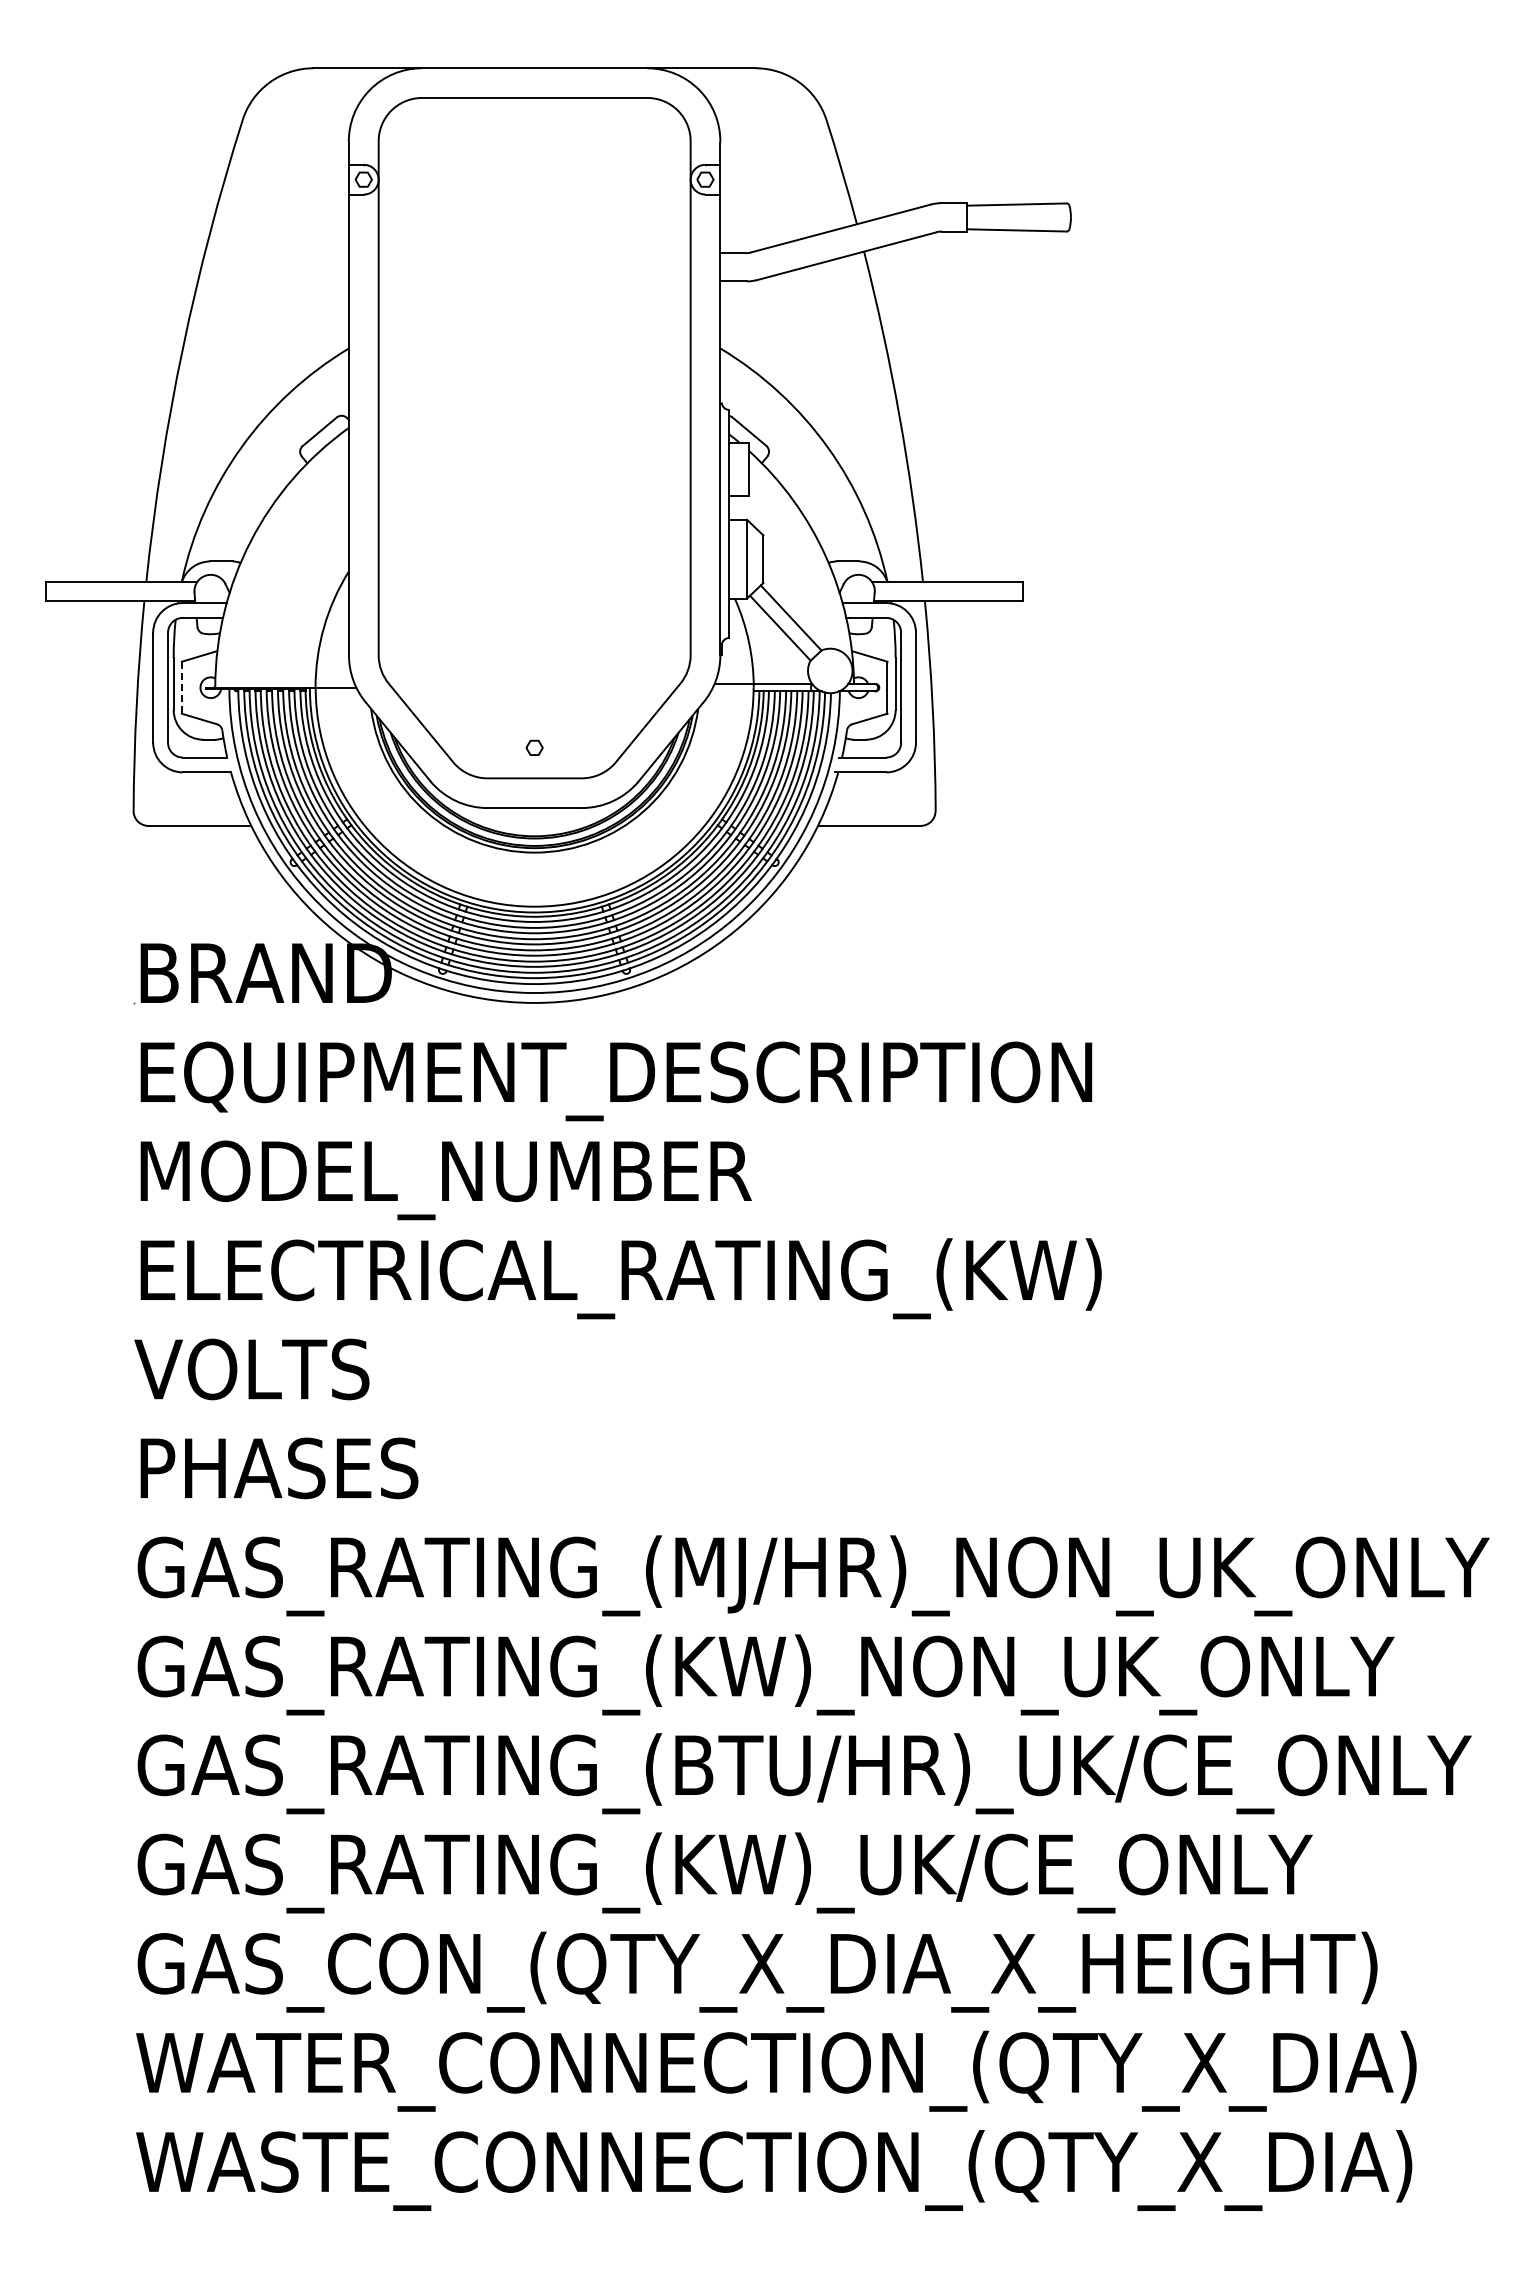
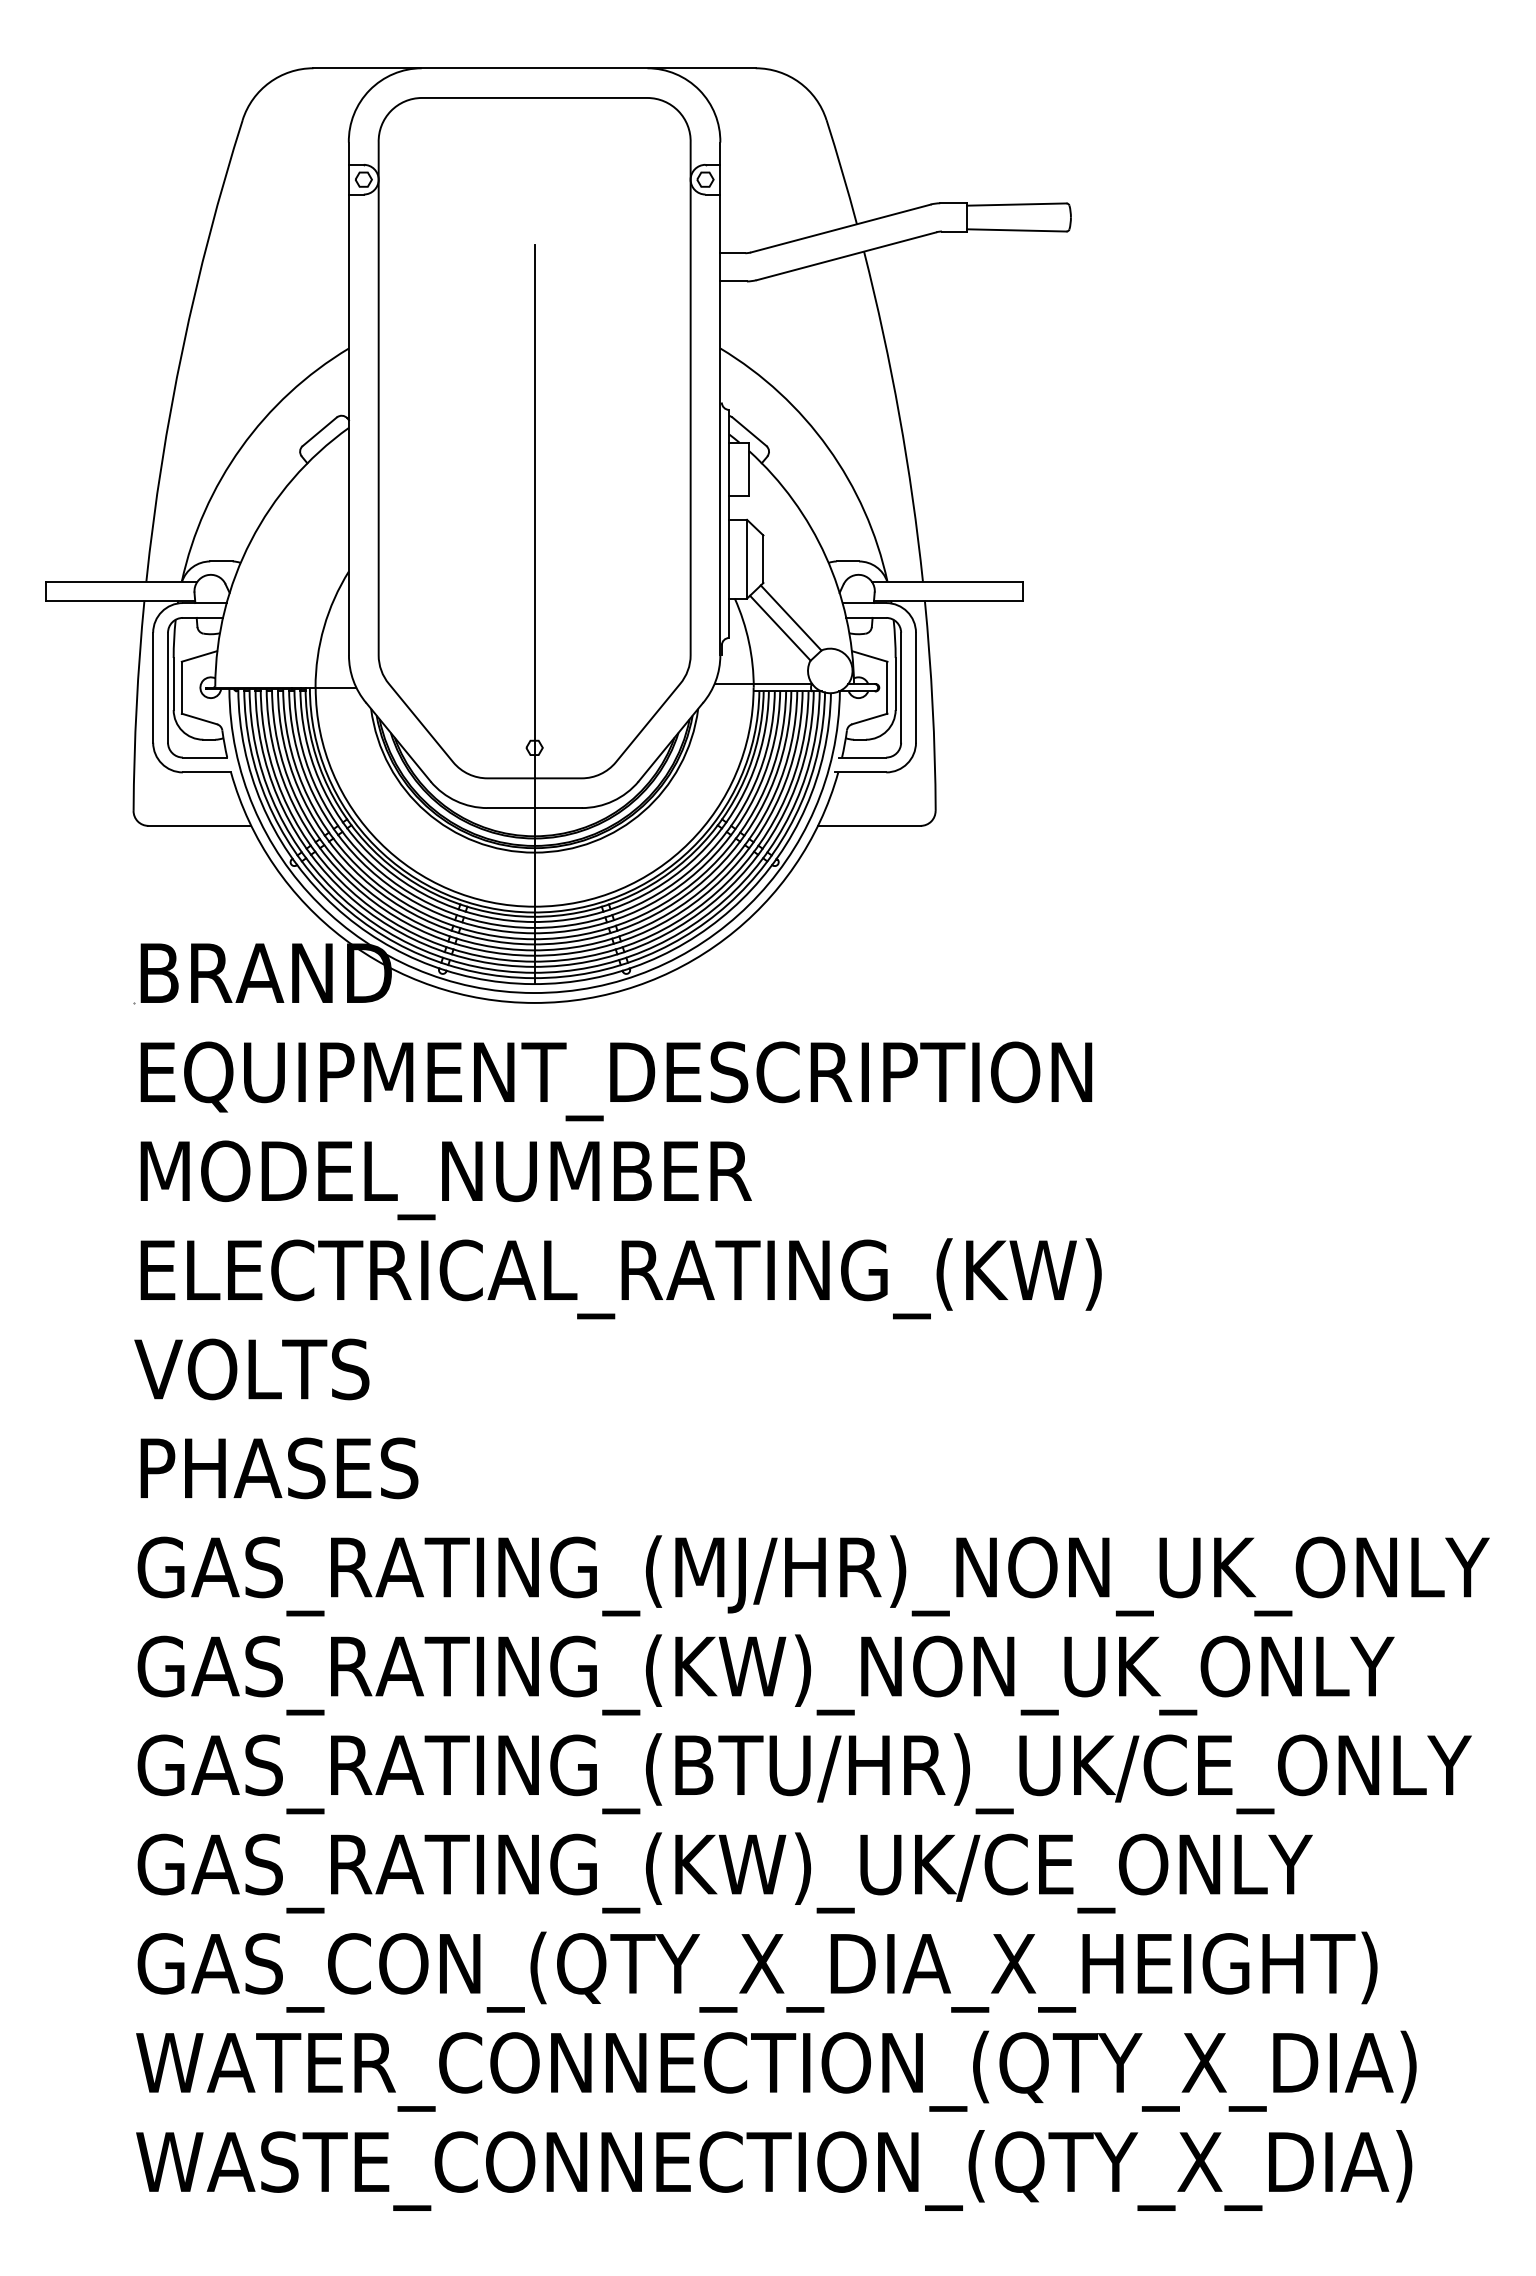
line at (534, 613): none -> present
line at (181, 687): dashed -> solid
